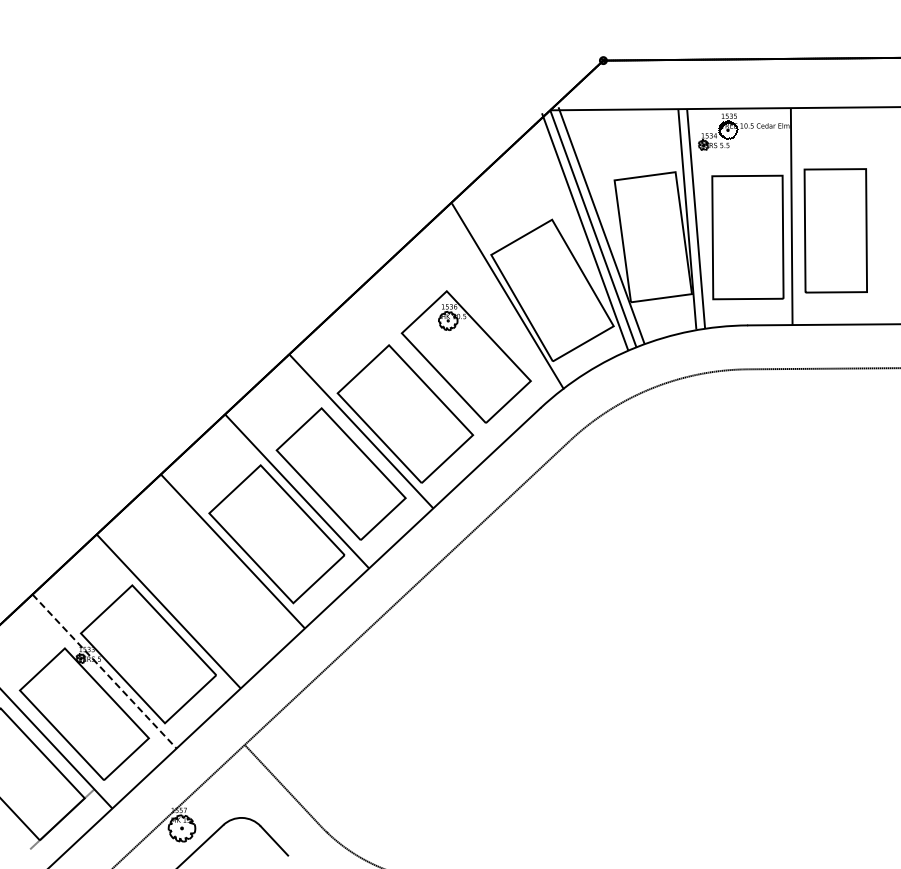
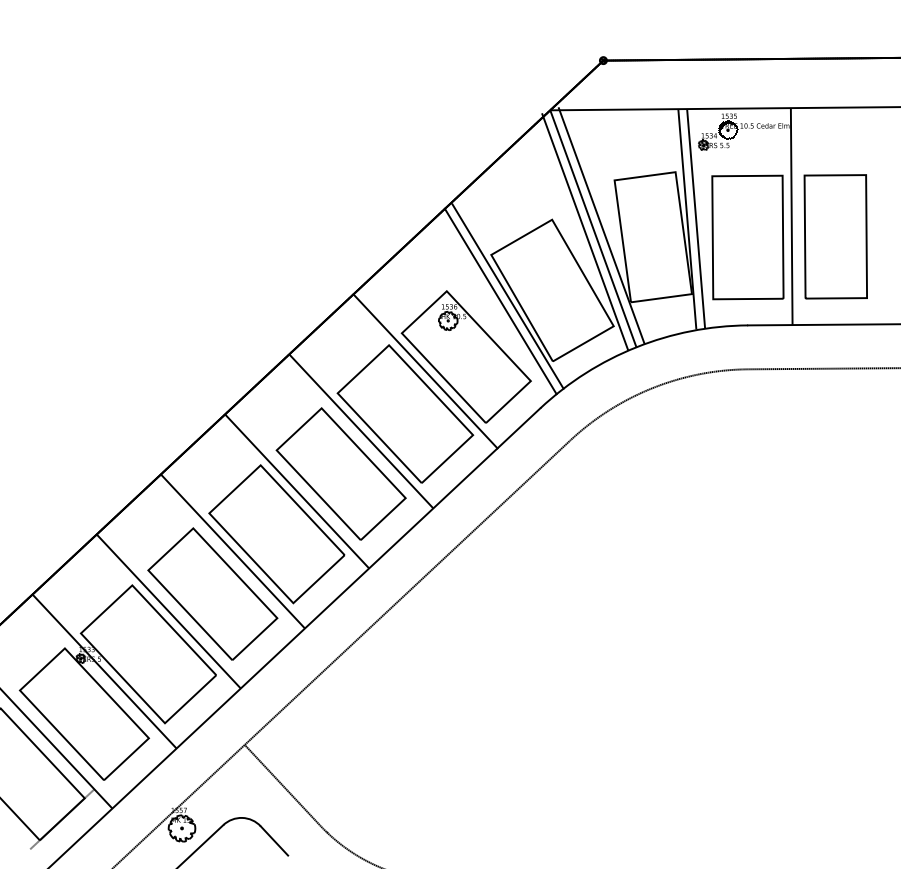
part at (835, 230) position: (835, 230) -> (835, 236)
line at (500, 301): none -> present
line at (425, 371): none -> present
part at (212, 593): none -> present
line at (104, 671): dashed -> solid
